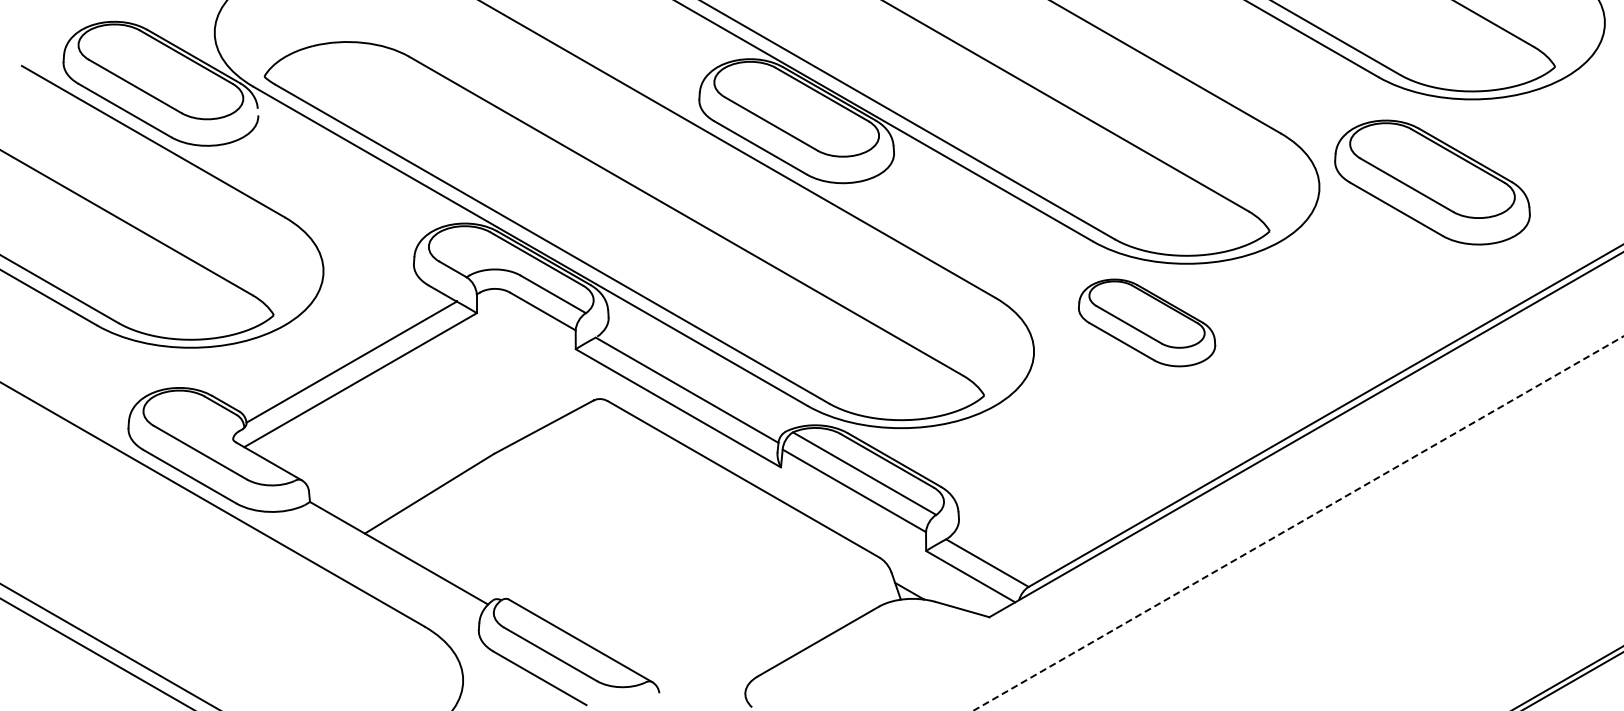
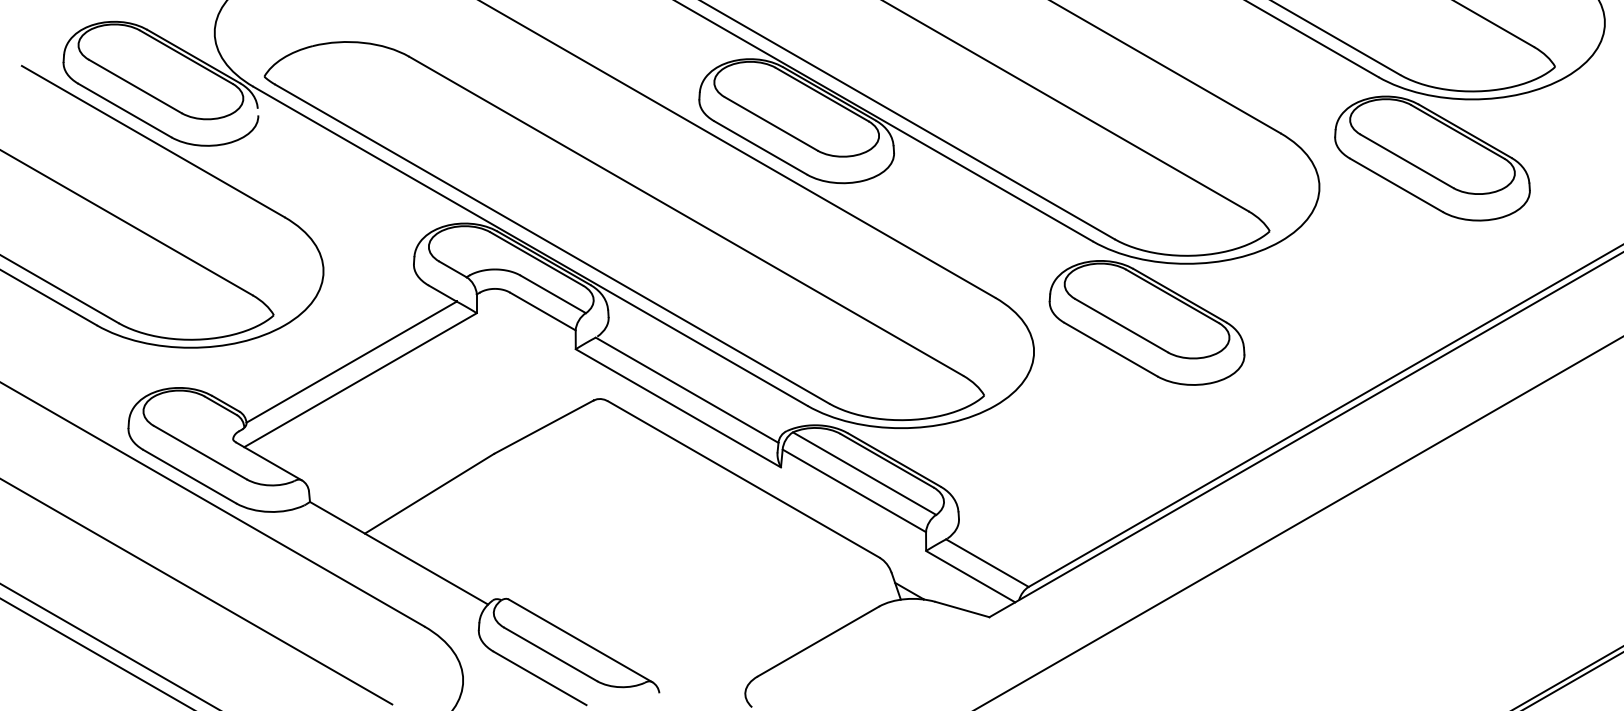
part at (1432, 182) position: (1432, 182) -> (1432, 158)
part at (1147, 322) size: 139x90 px -> 198x126 px
line at (1299, 523): dashed -> solid
line at (197, 591): none -> present
